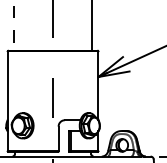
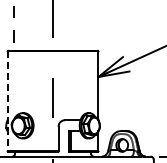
line at (92, 26): present -> none
line at (7, 101): solid -> dashed
